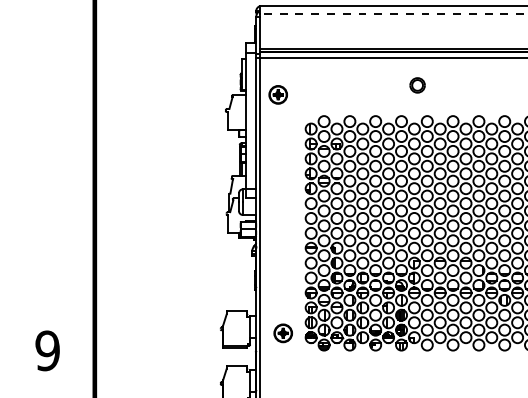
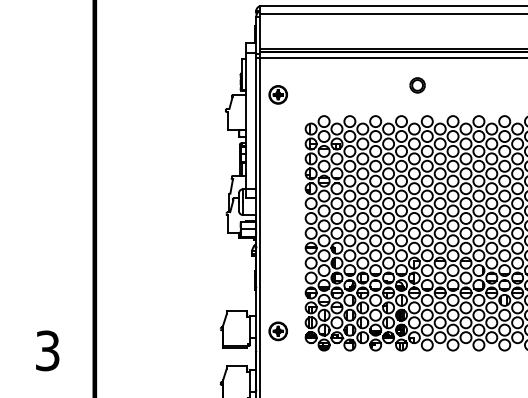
line at (393, 13): dashed -> solid
part at (282, 333) position: (282, 333) -> (277, 331)
text at (47, 350): 9 -> 3
